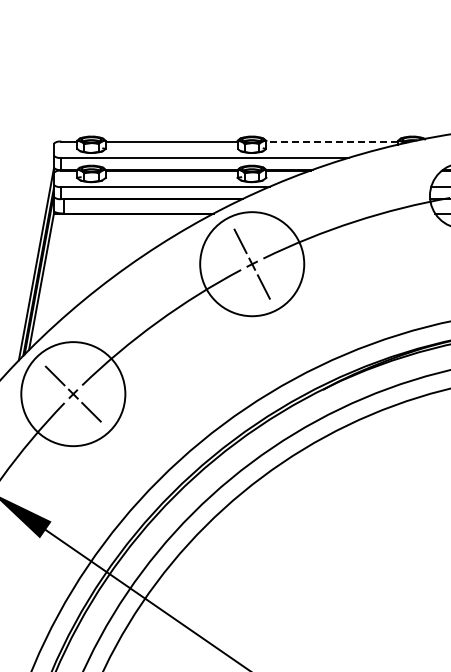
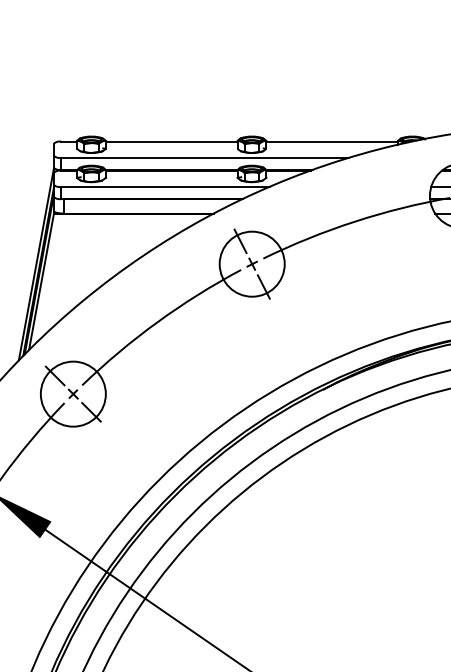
line at (332, 141): dashed -> solid
circle at (252, 264) diameter: 104 px -> 65 px
circle at (73, 394) diameter: 104 px -> 65 px
